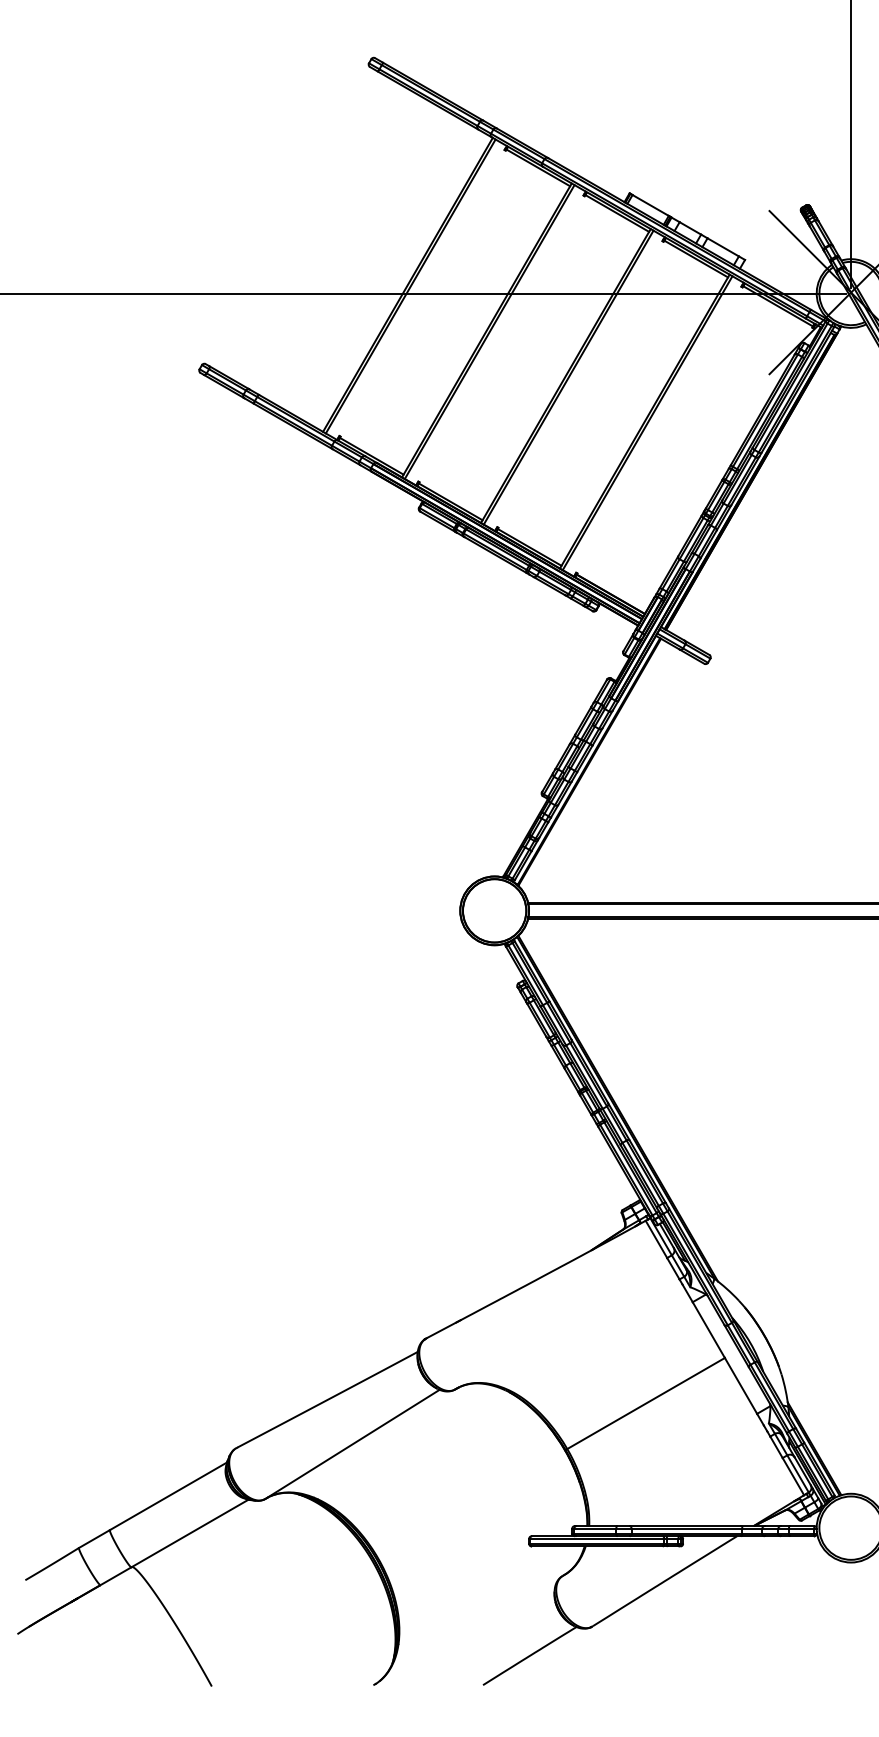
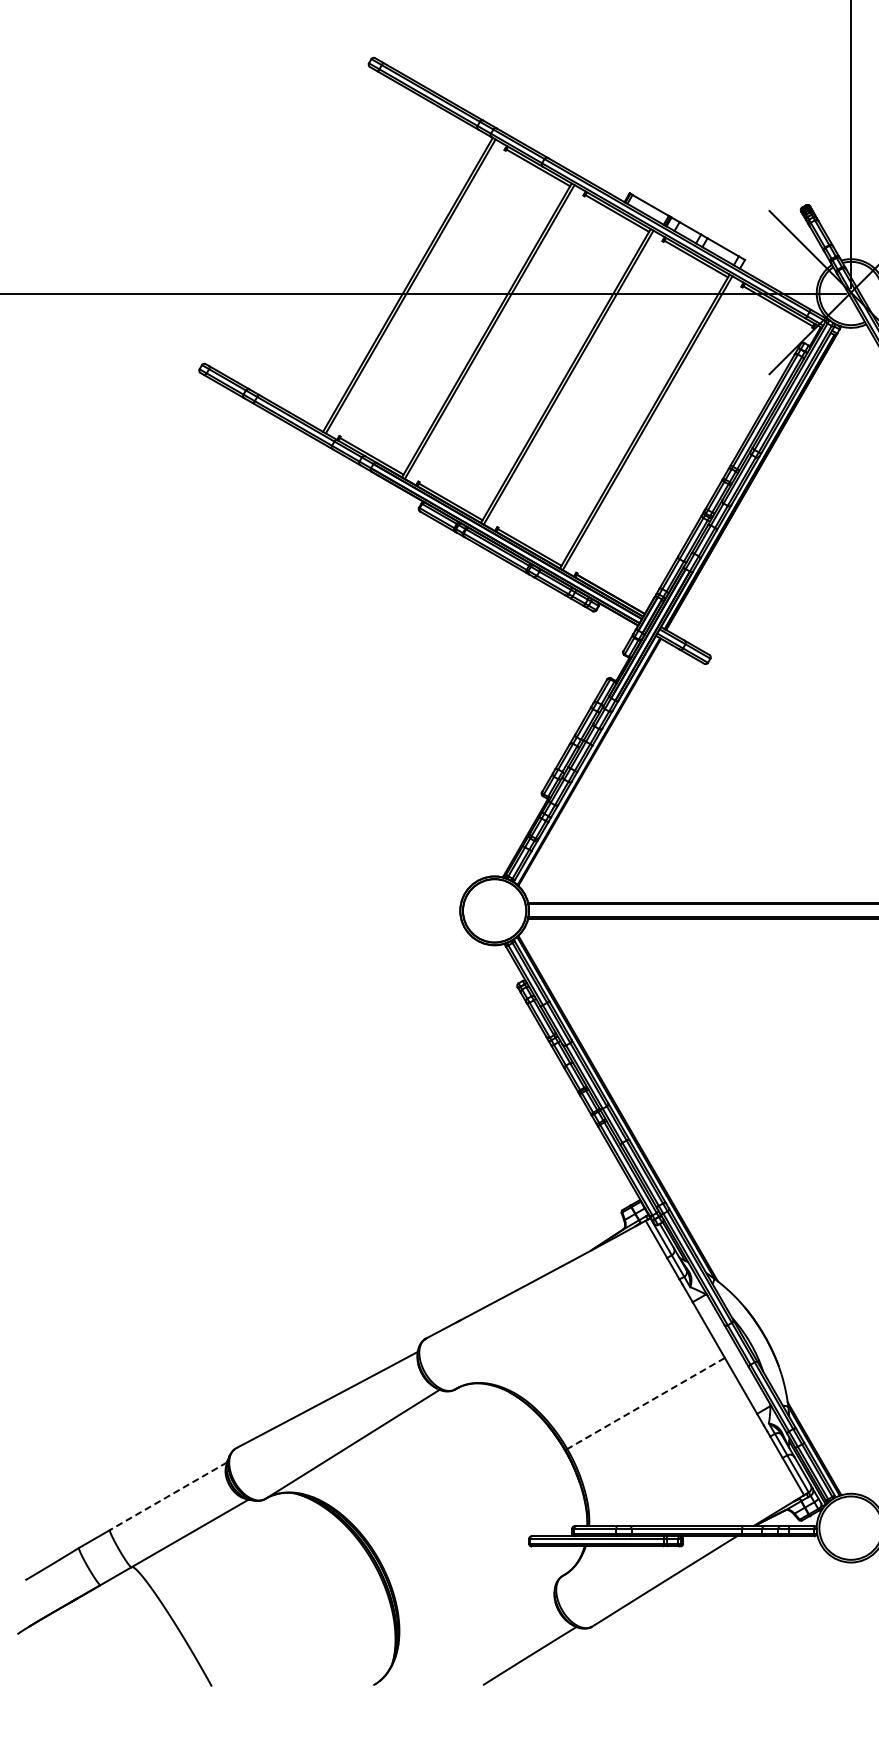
line at (645, 1403): solid -> dashed
line at (168, 1496): solid -> dashed
